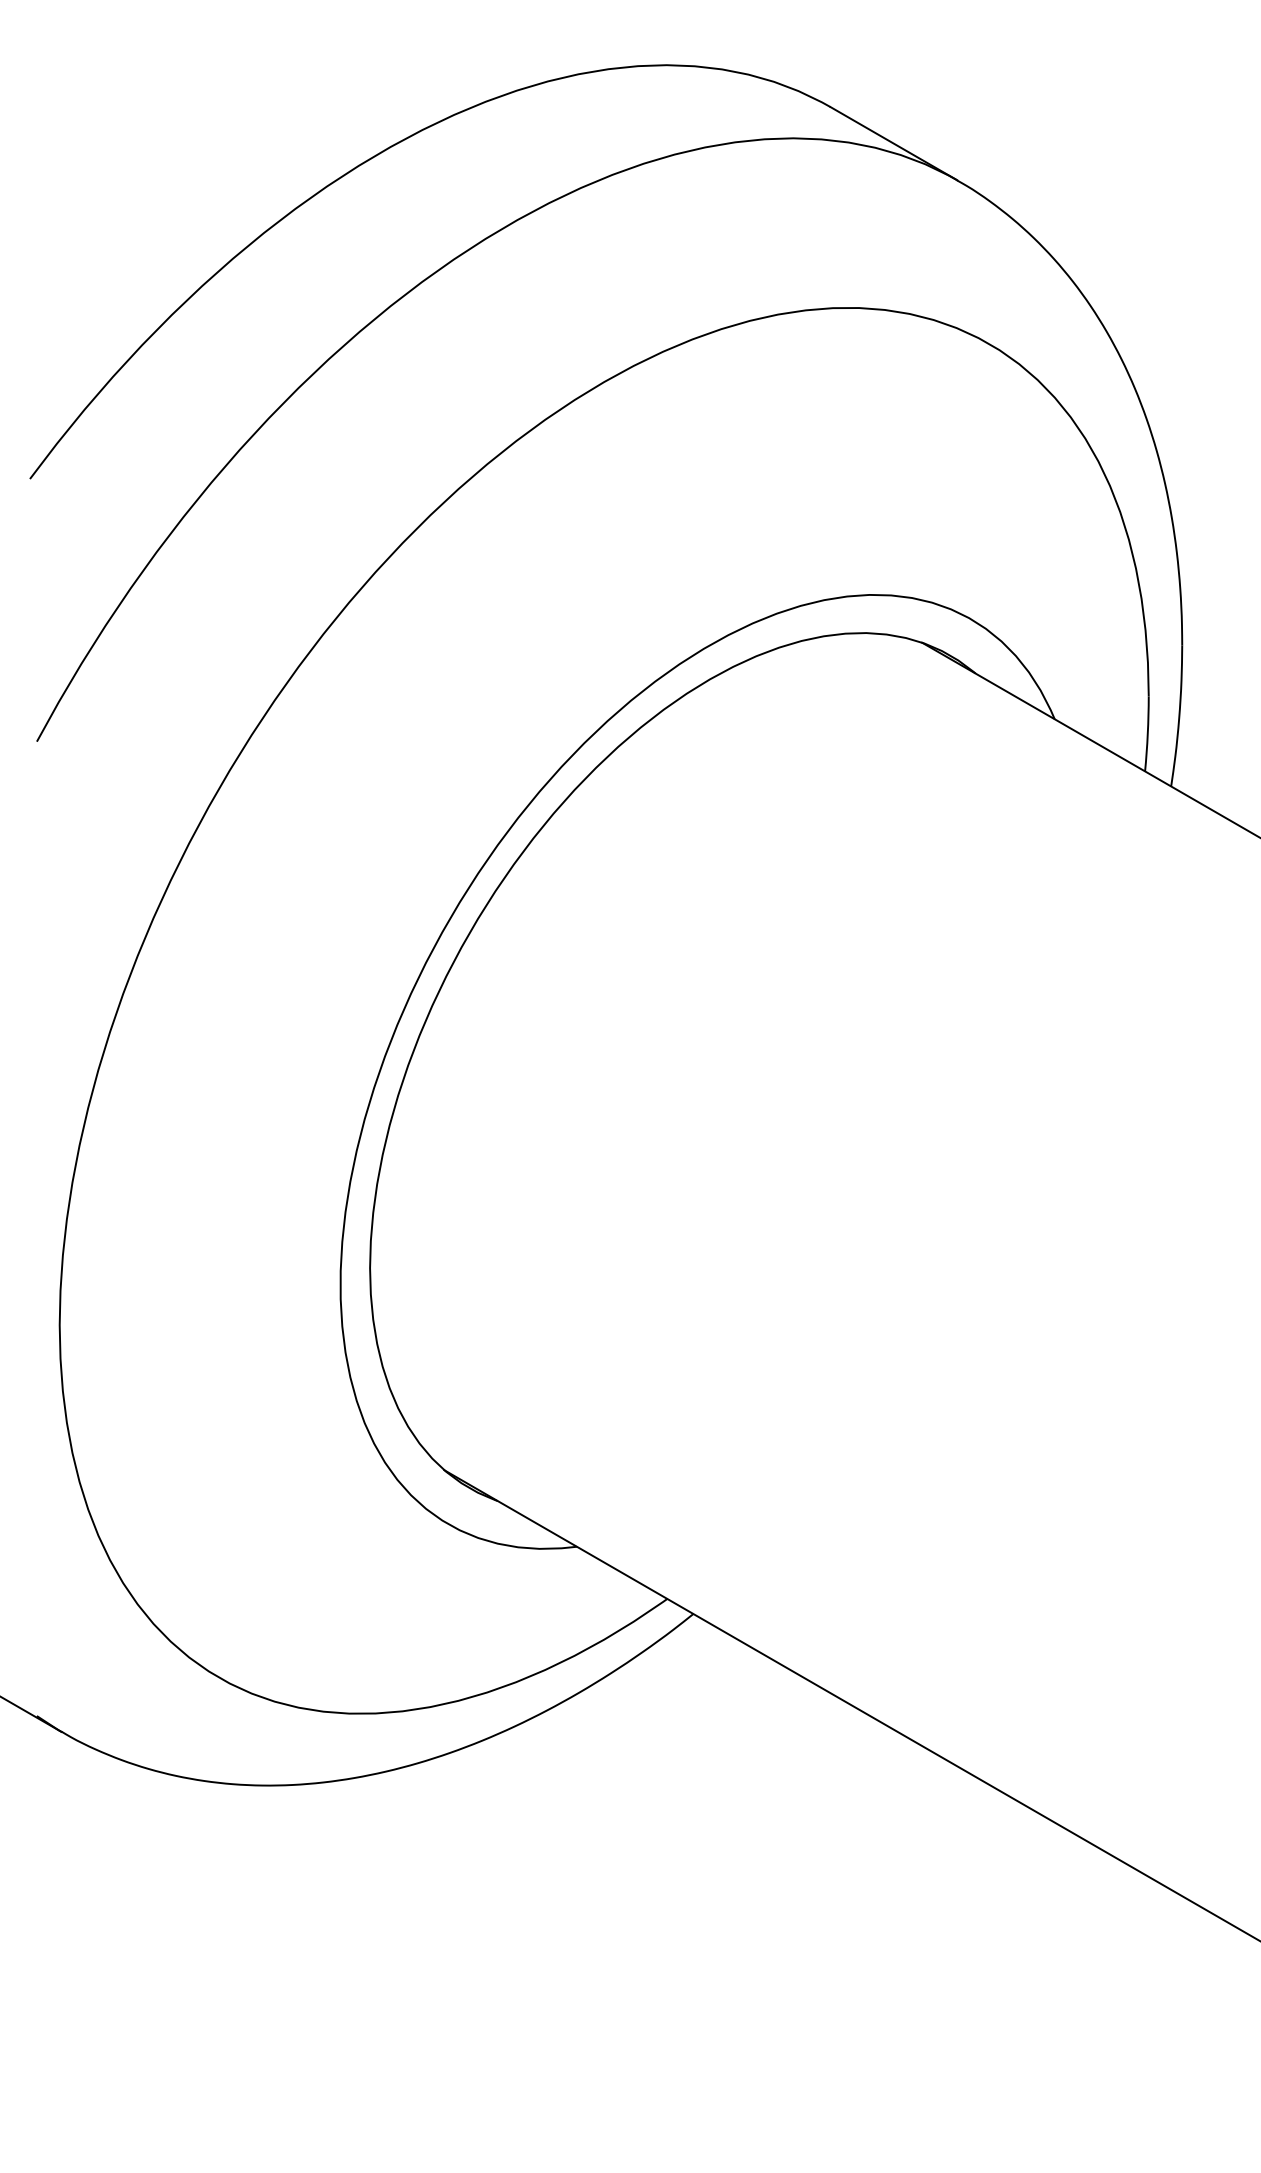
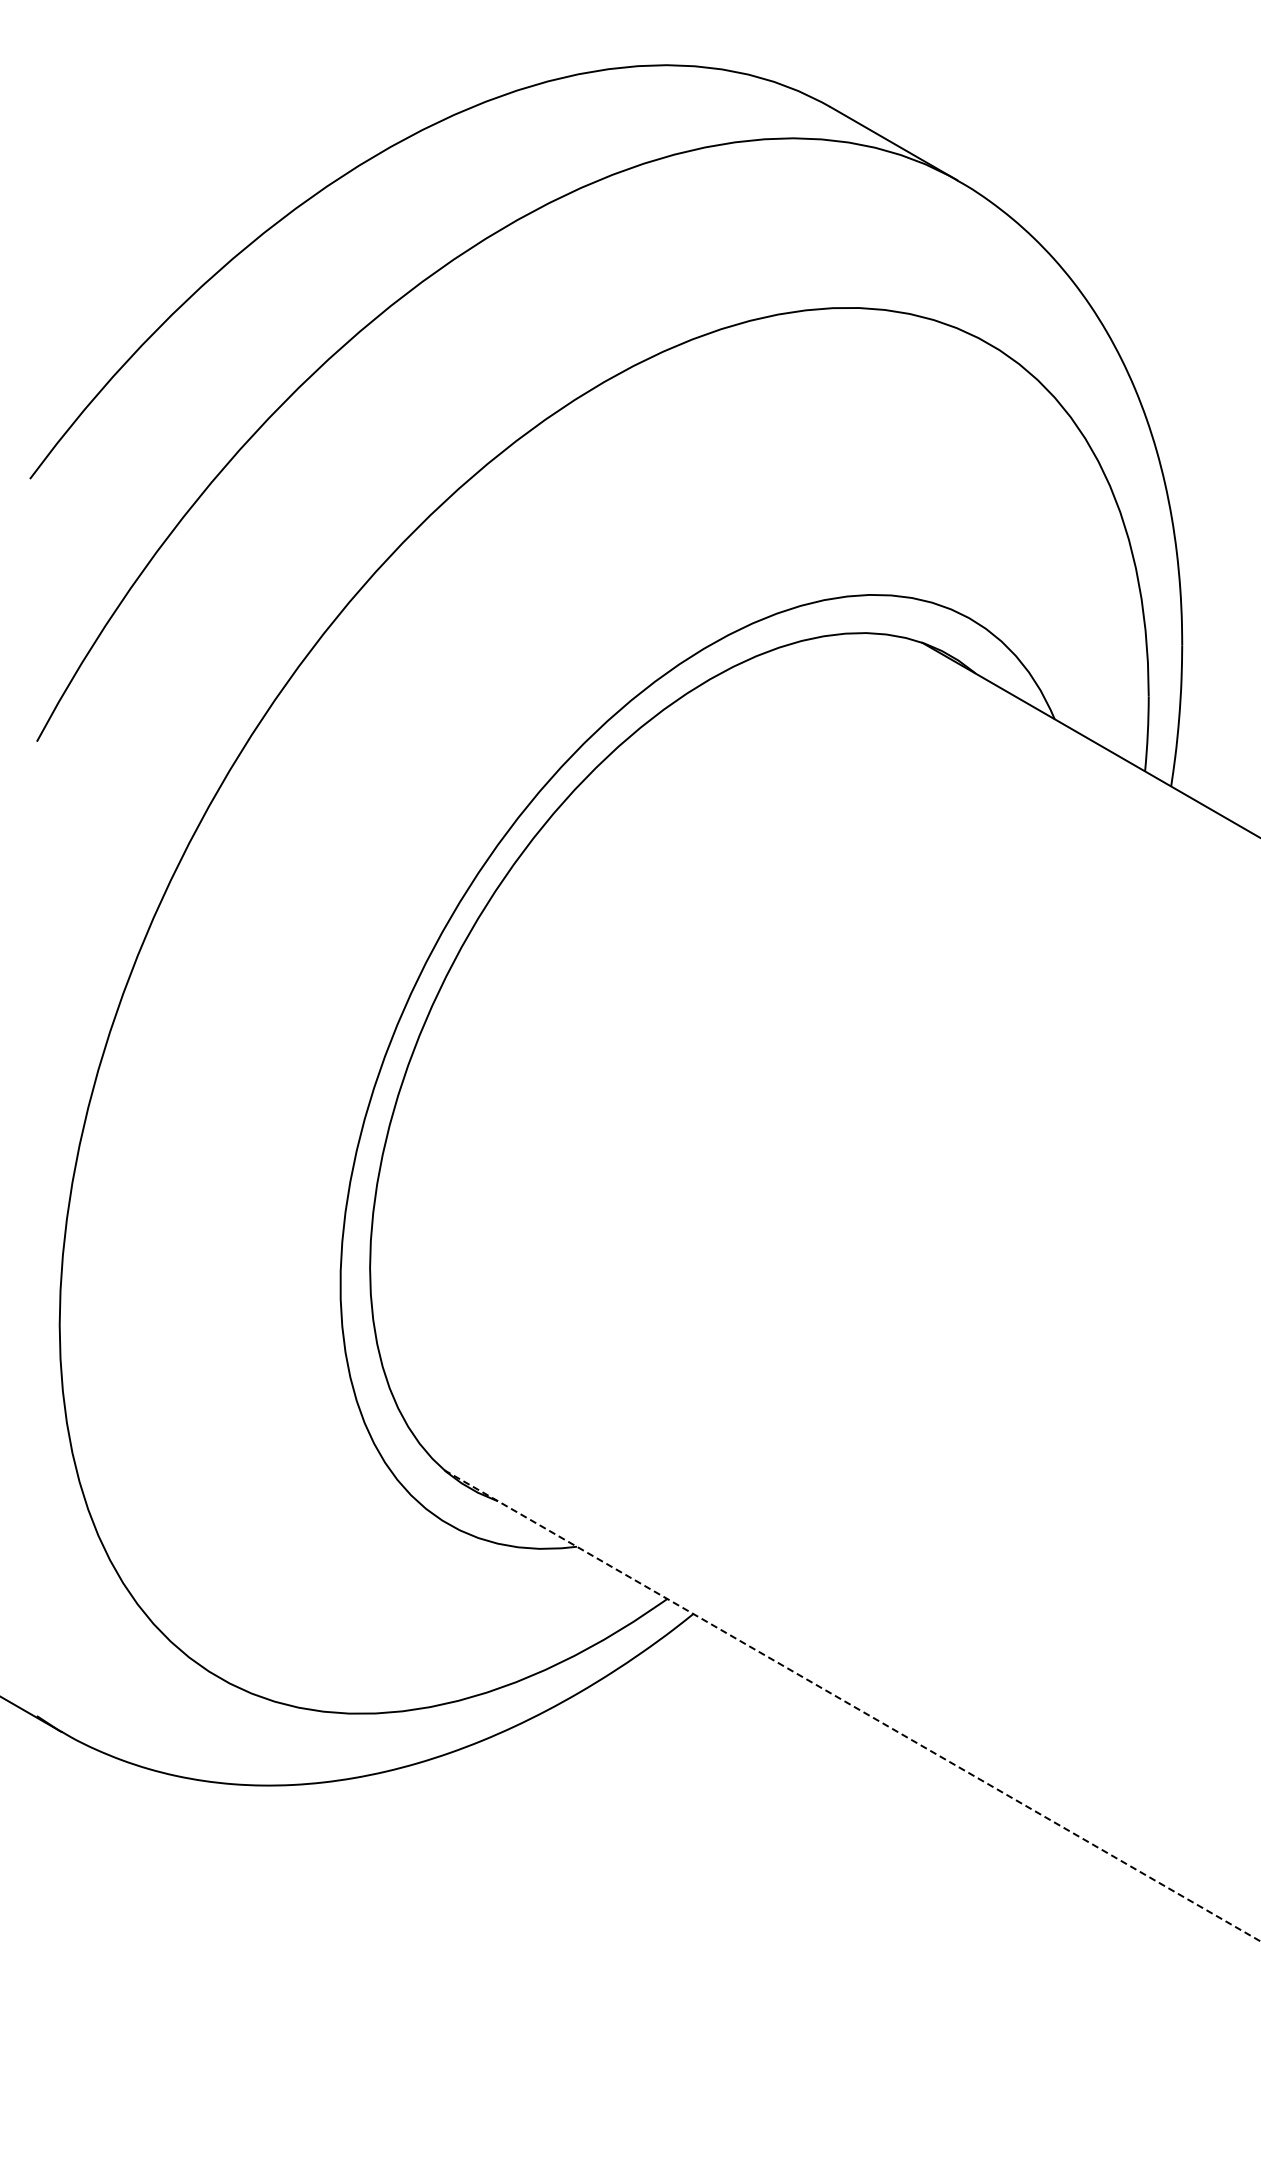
line at (852, 1706): solid -> dashed
